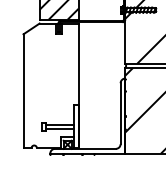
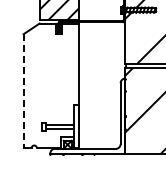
line at (23, 91): solid -> dashed
